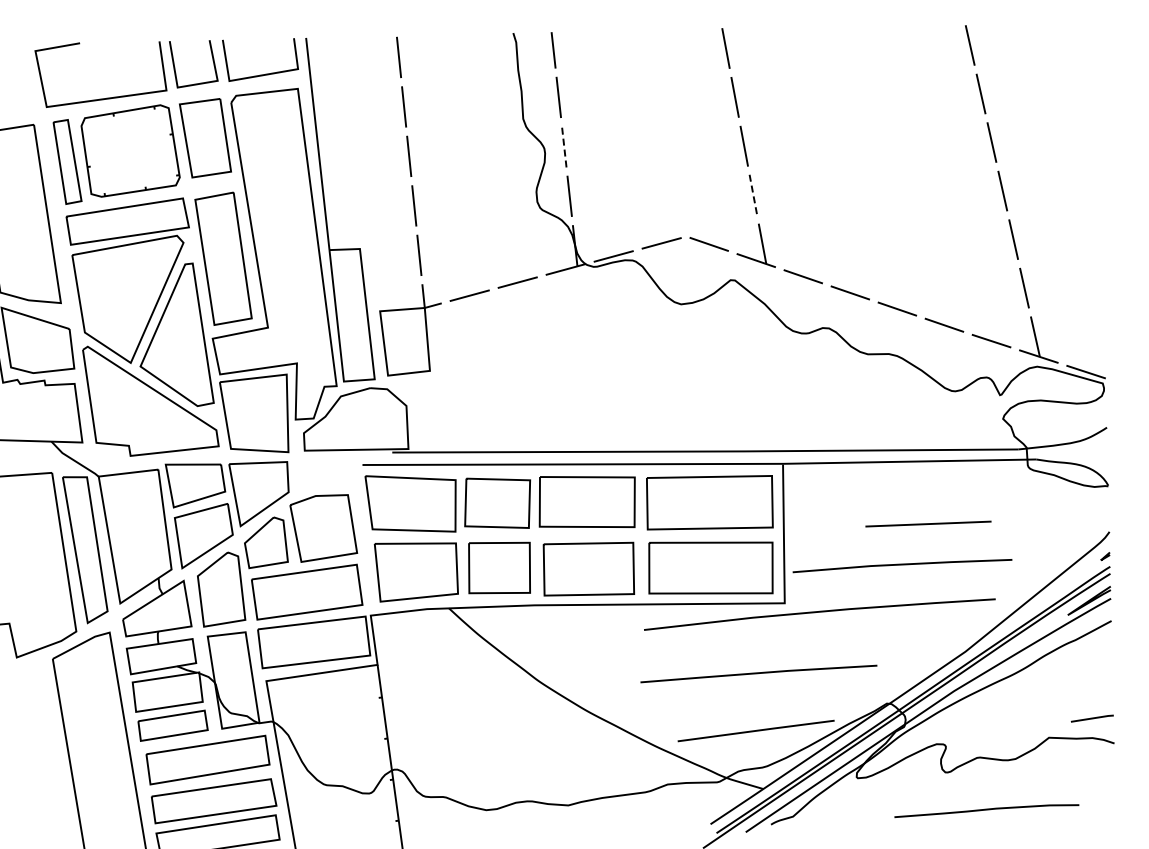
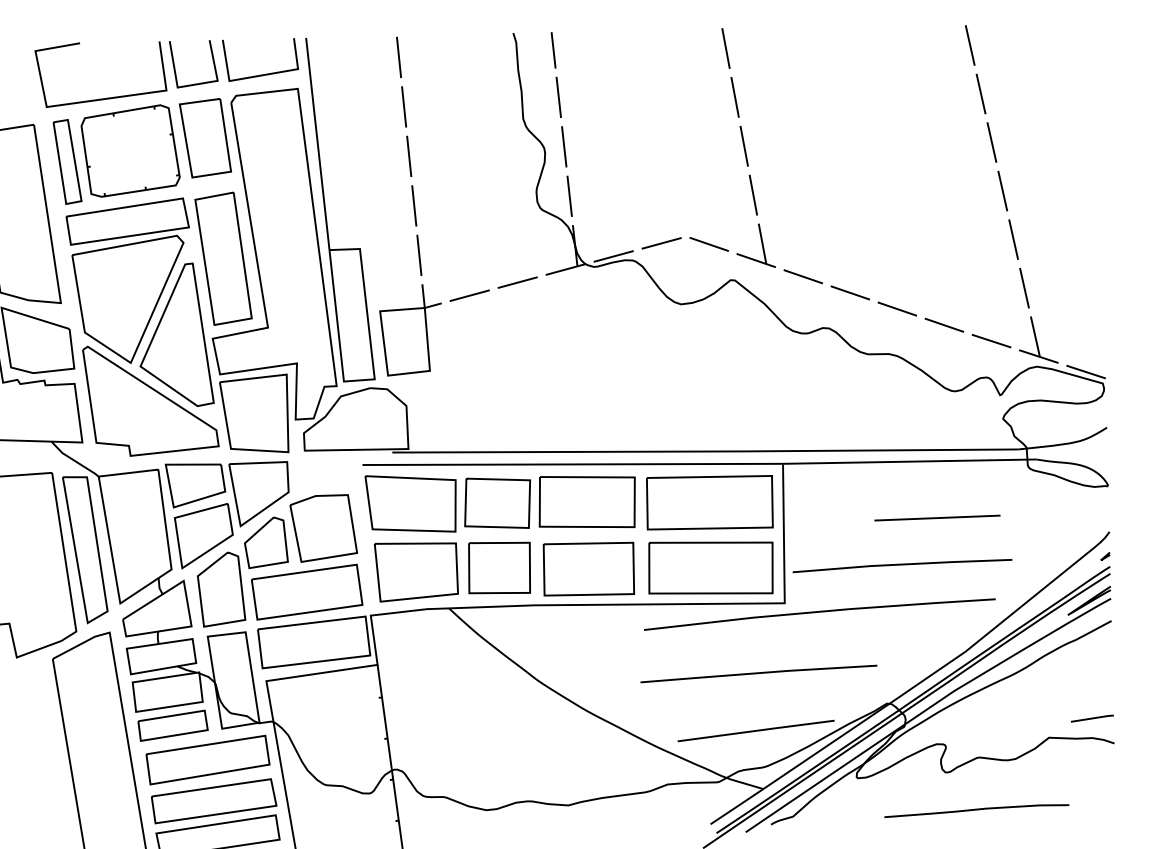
line at (564, 146): dashed -> solid
line at (753, 195): dashed -> solid
line at (928, 523) position: (928, 523) -> (937, 517)
curve at (986, 810) position: (986, 810) -> (976, 810)
